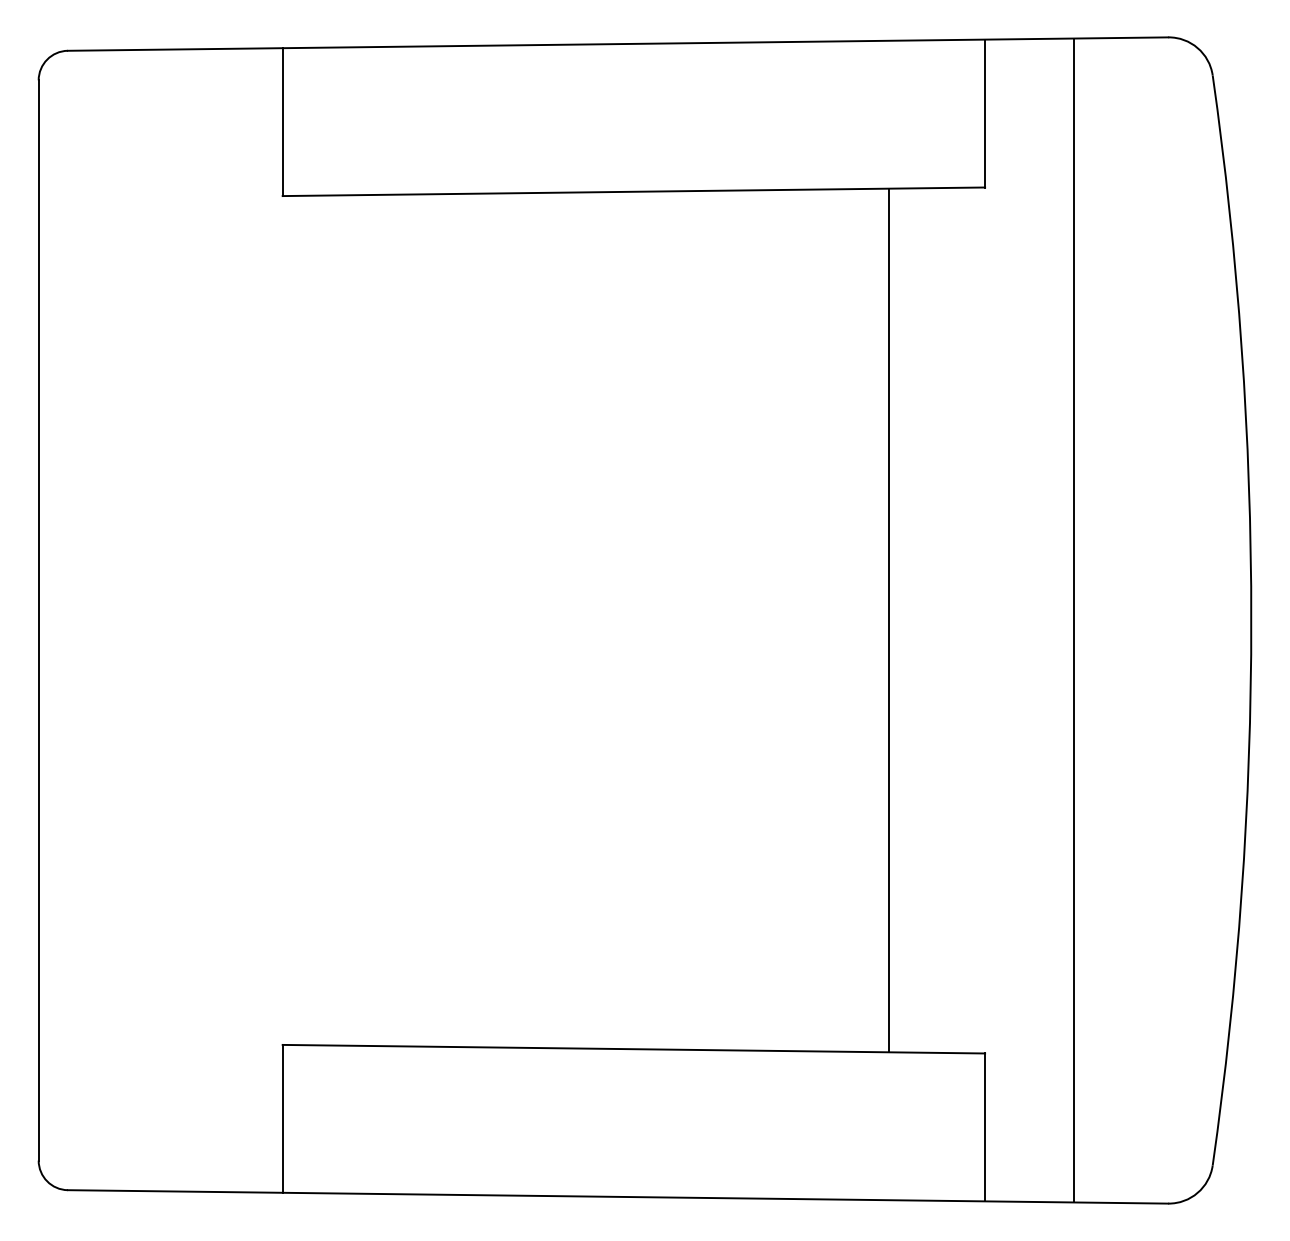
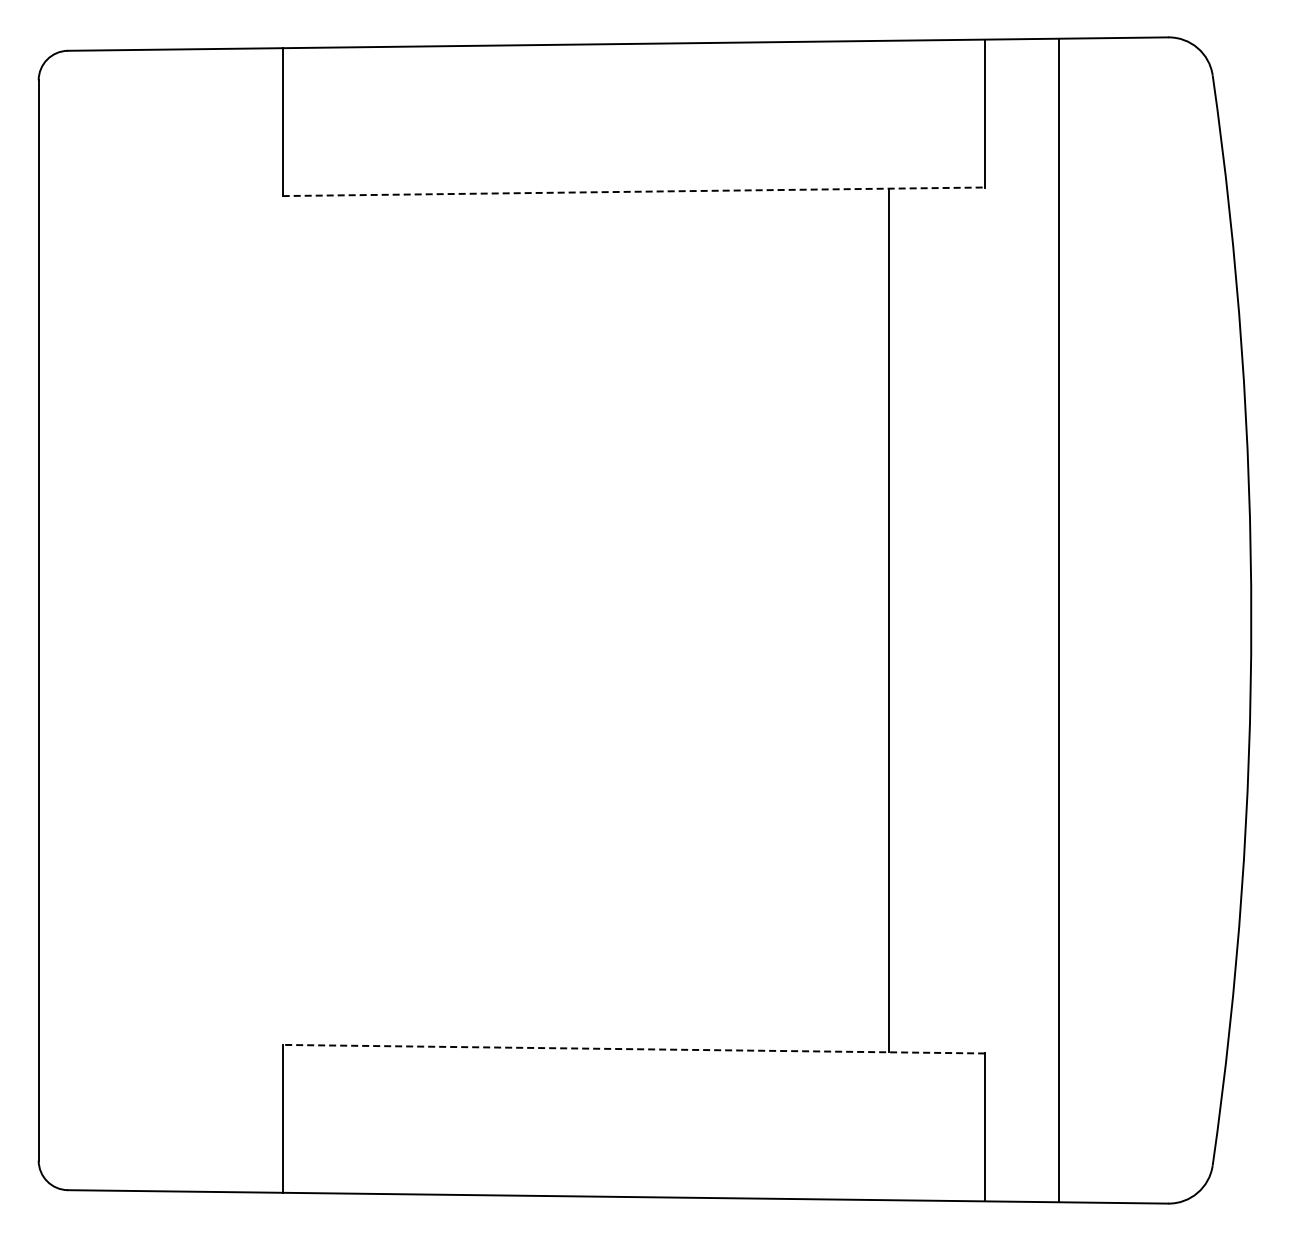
line at (634, 191): solid -> dashed
line at (1073, 620) position: (1073, 620) -> (1058, 620)
line at (633, 1049): solid -> dashed
